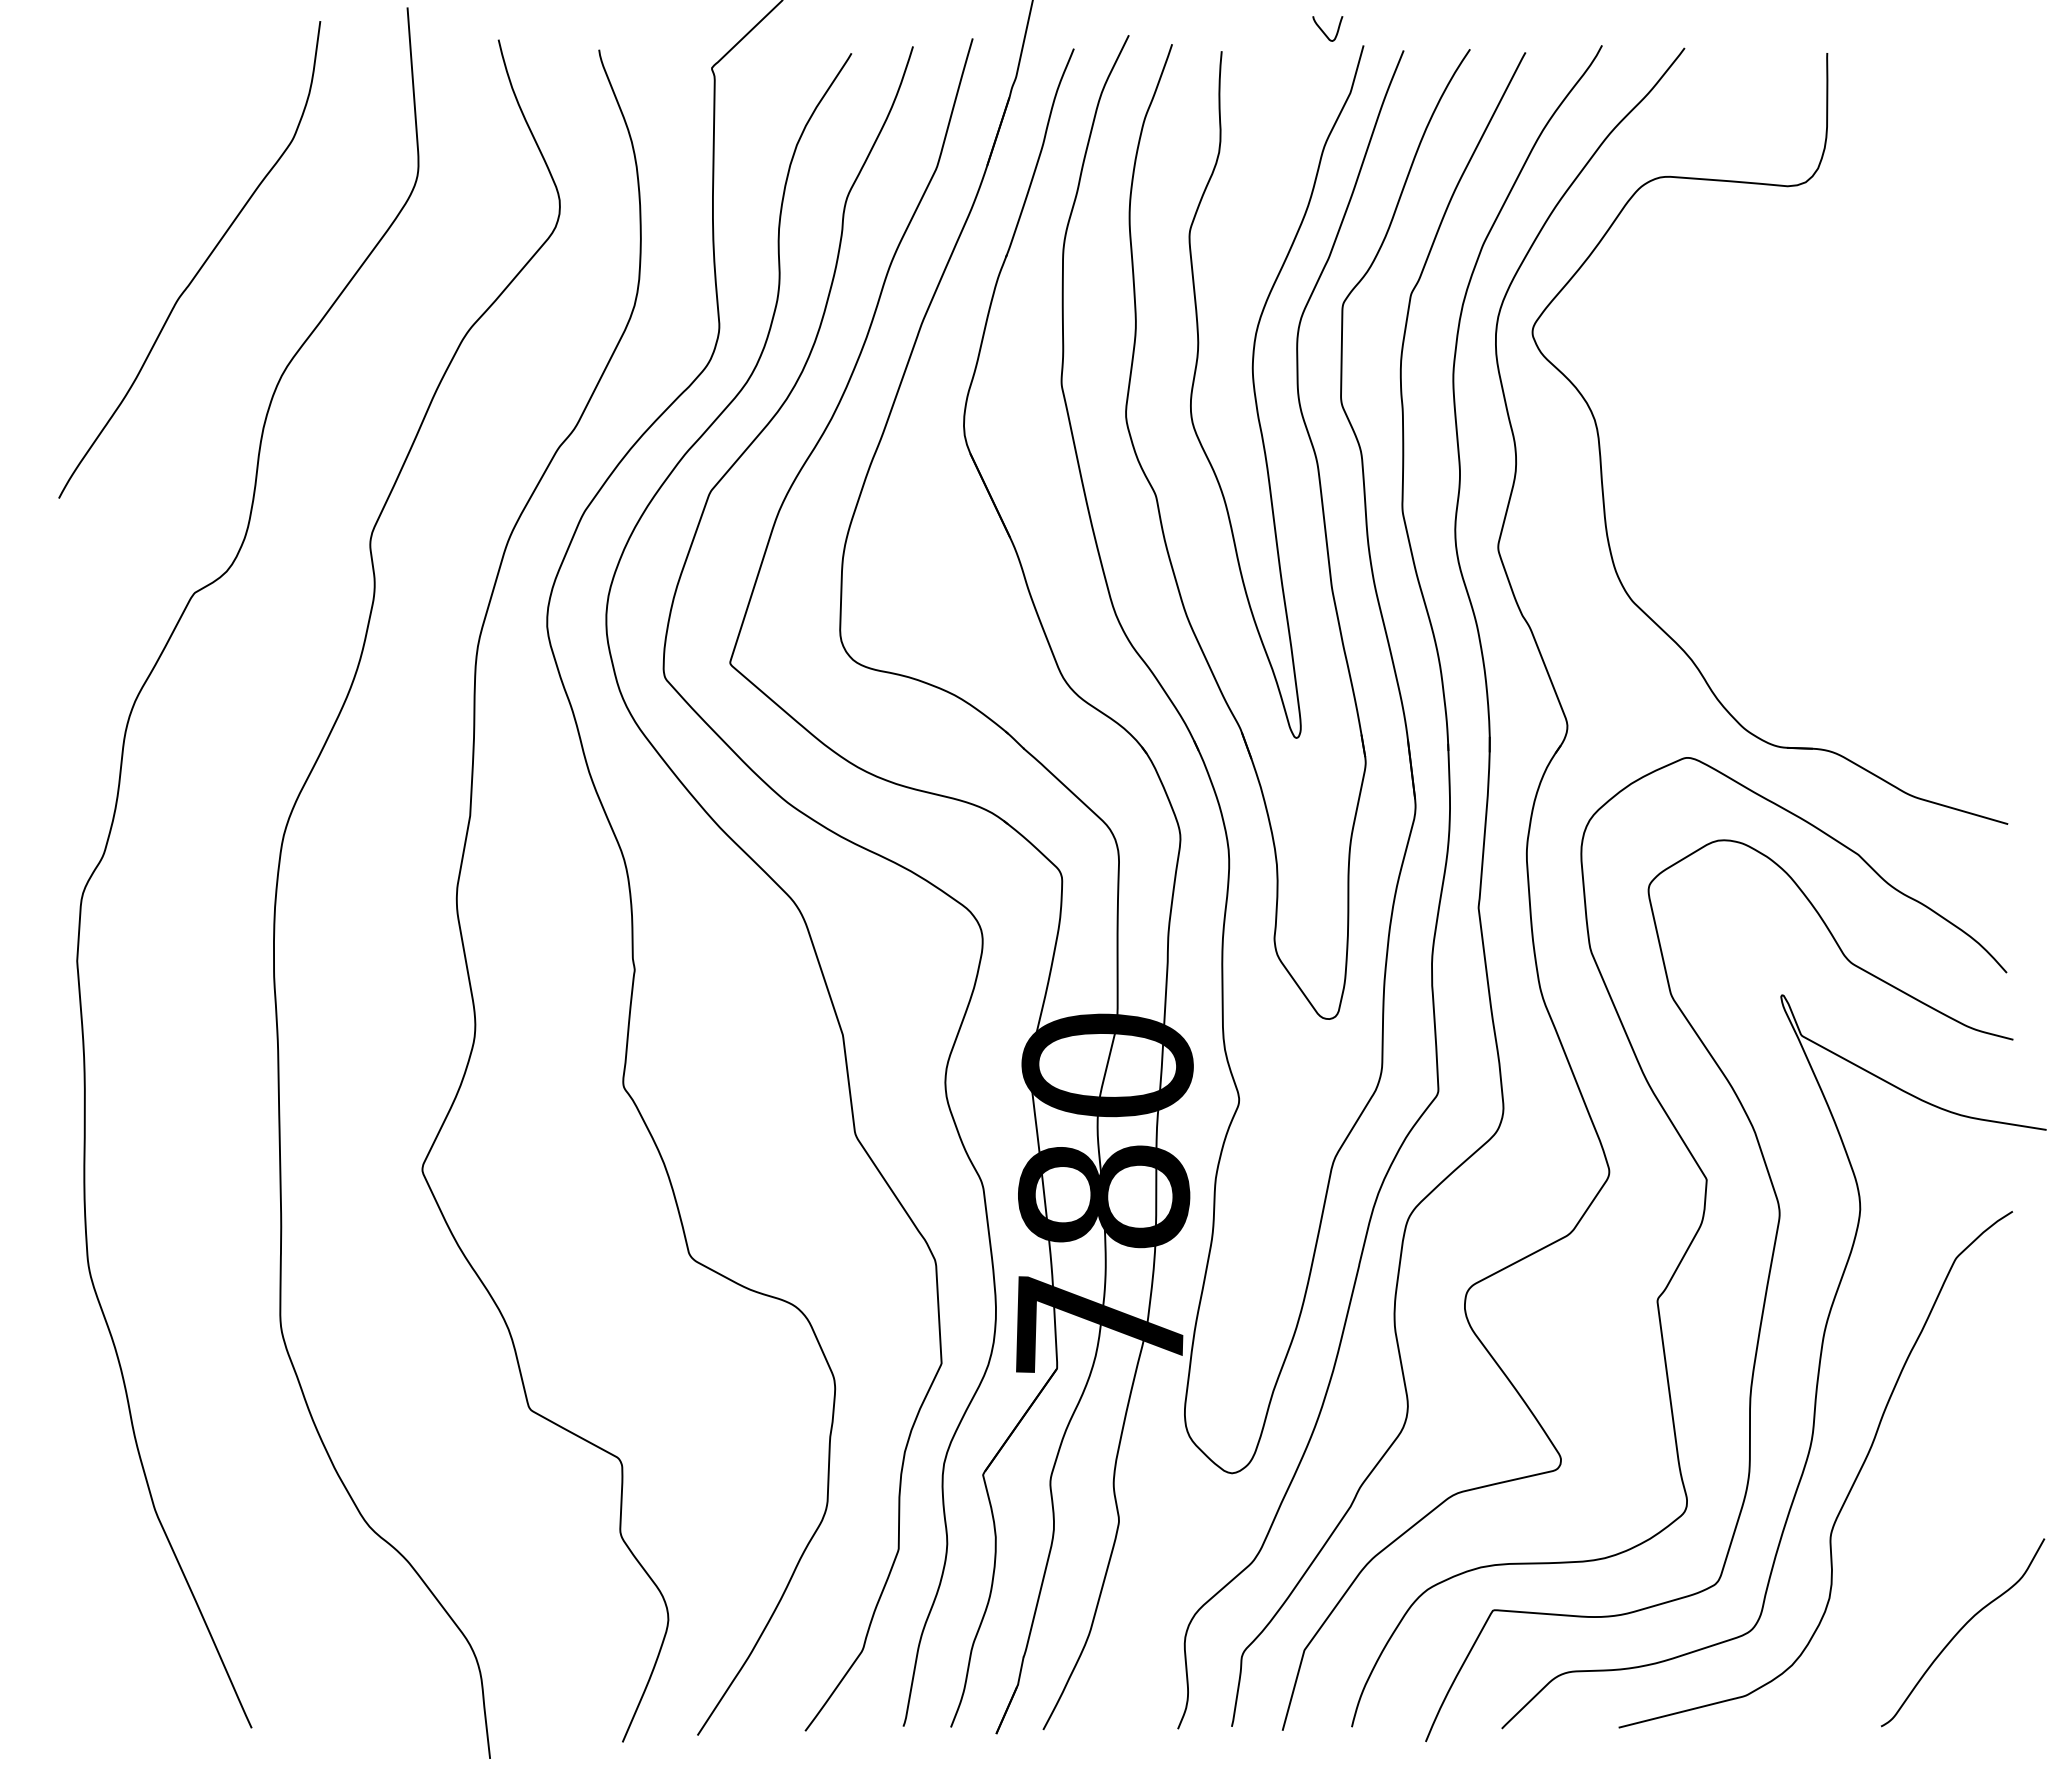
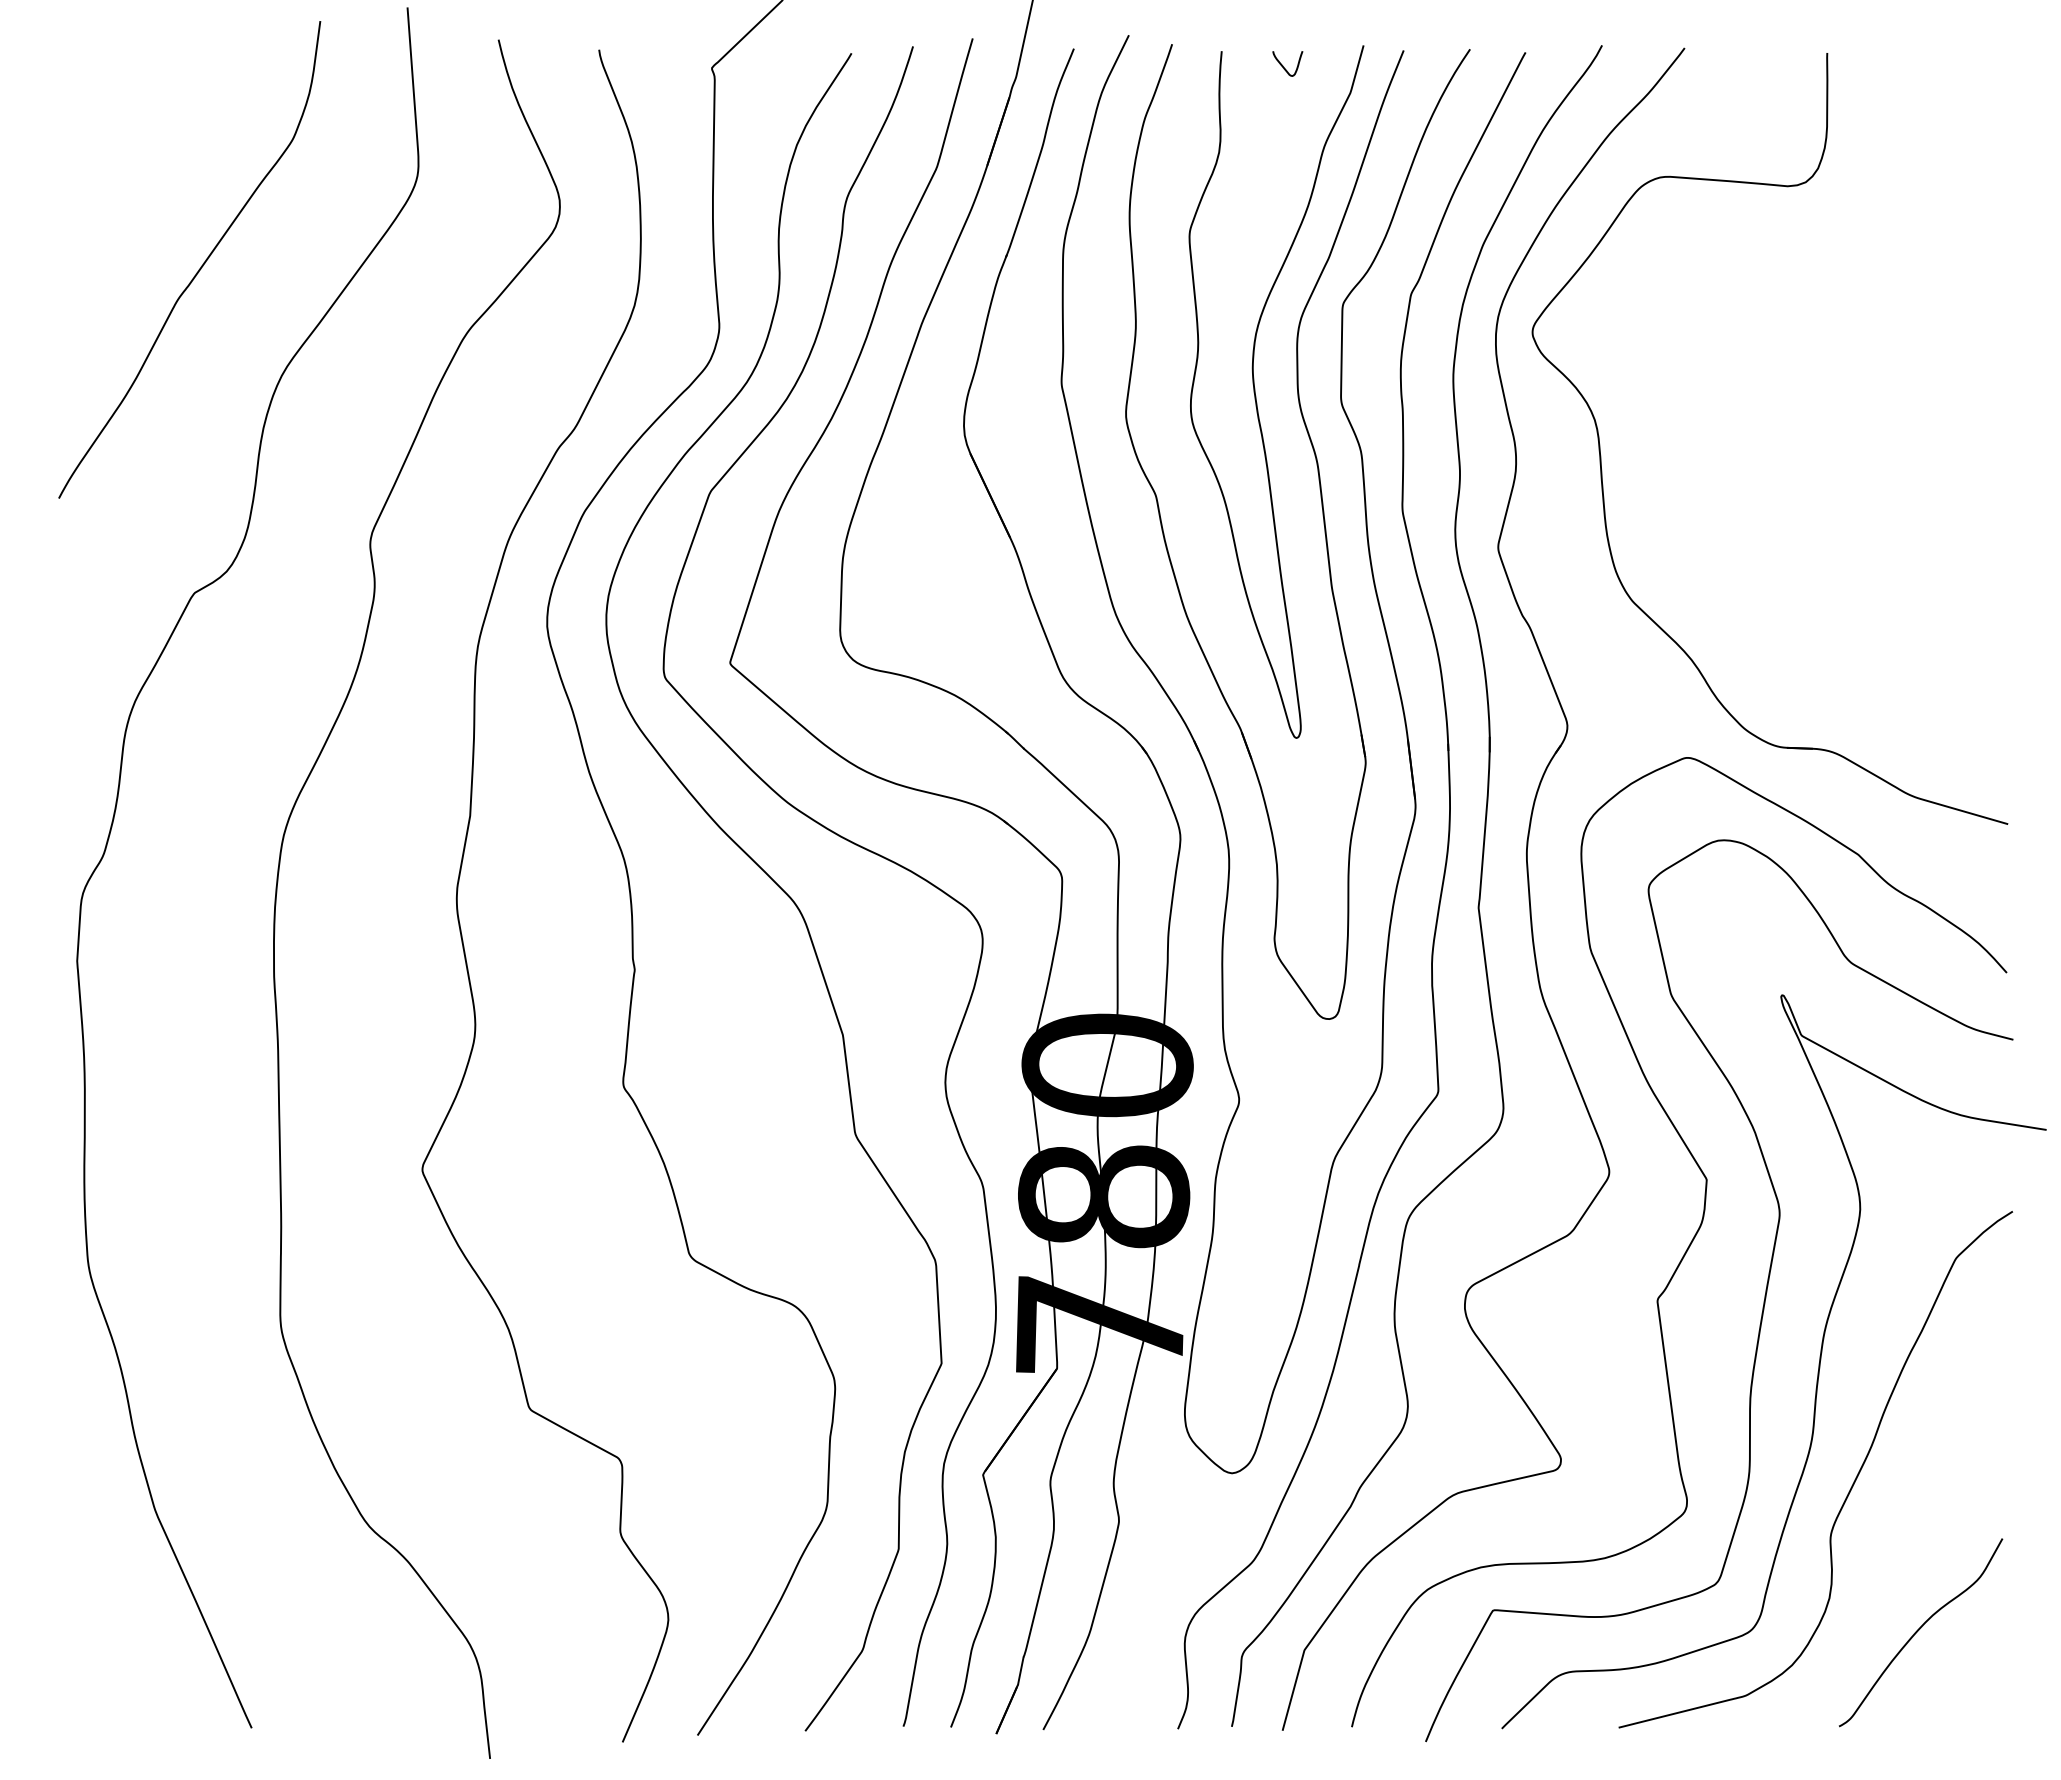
curve at (1323, 30) position: (1323, 30) -> (1283, 65)
curve at (1961, 1630) position: (1961, 1630) -> (1919, 1630)
